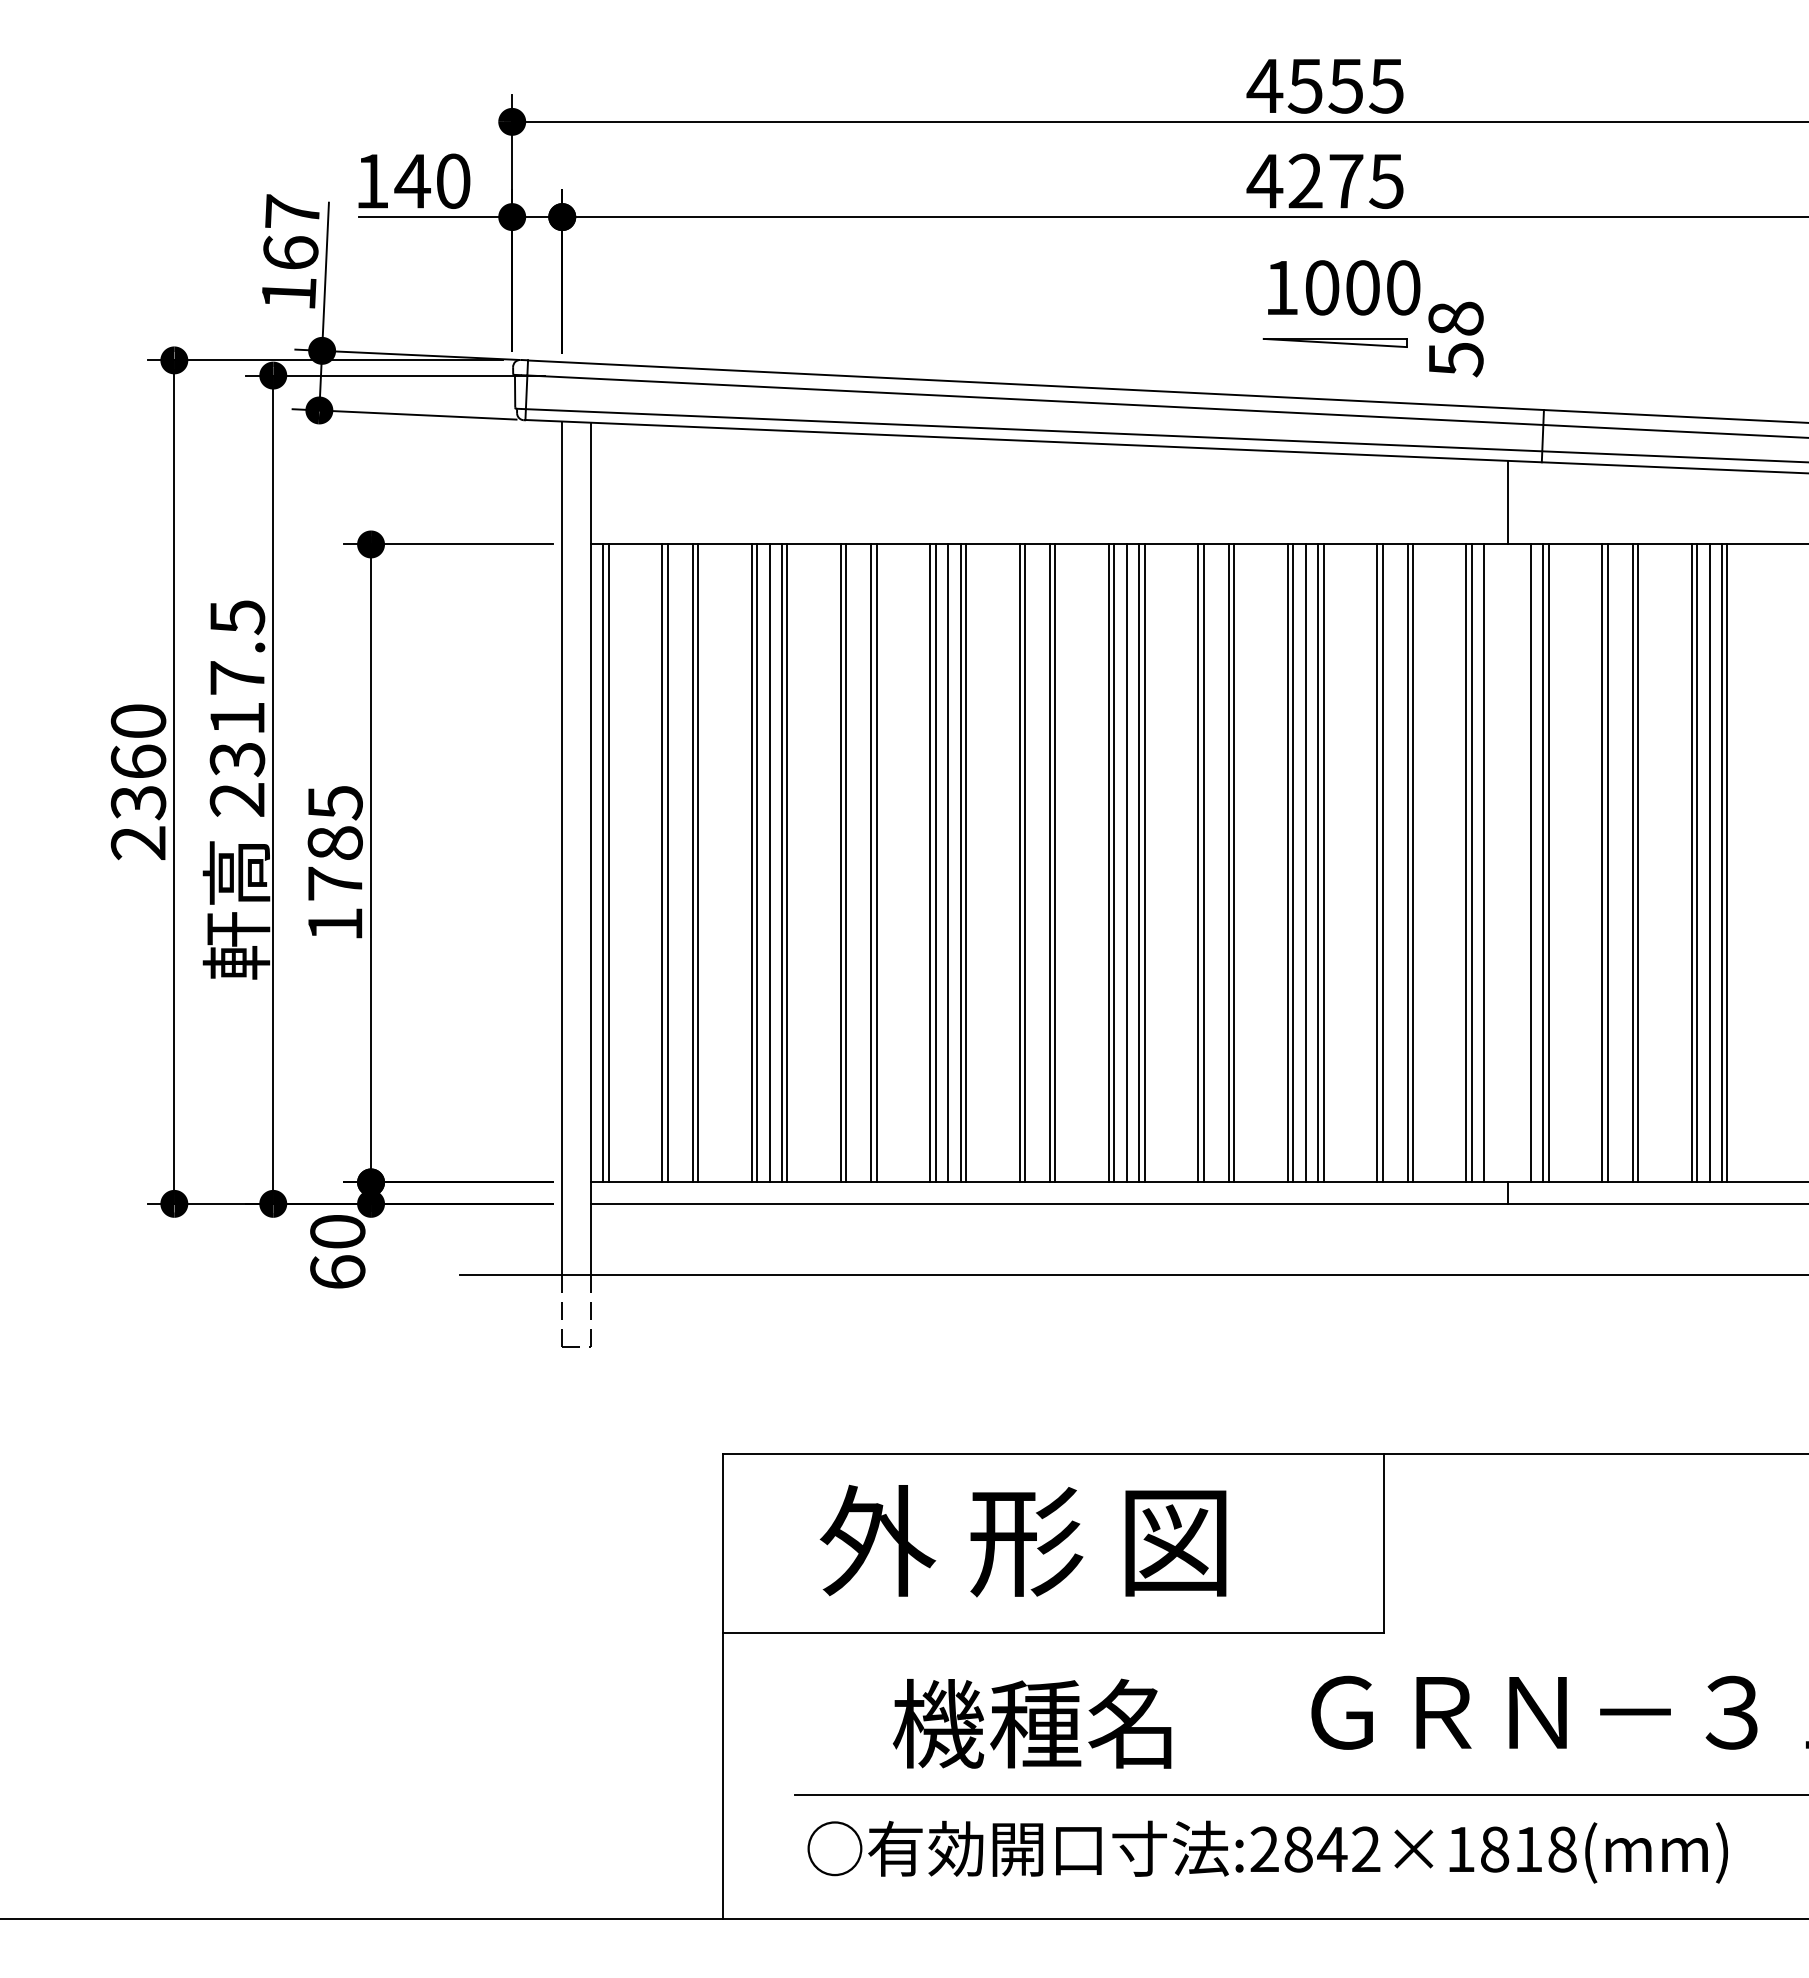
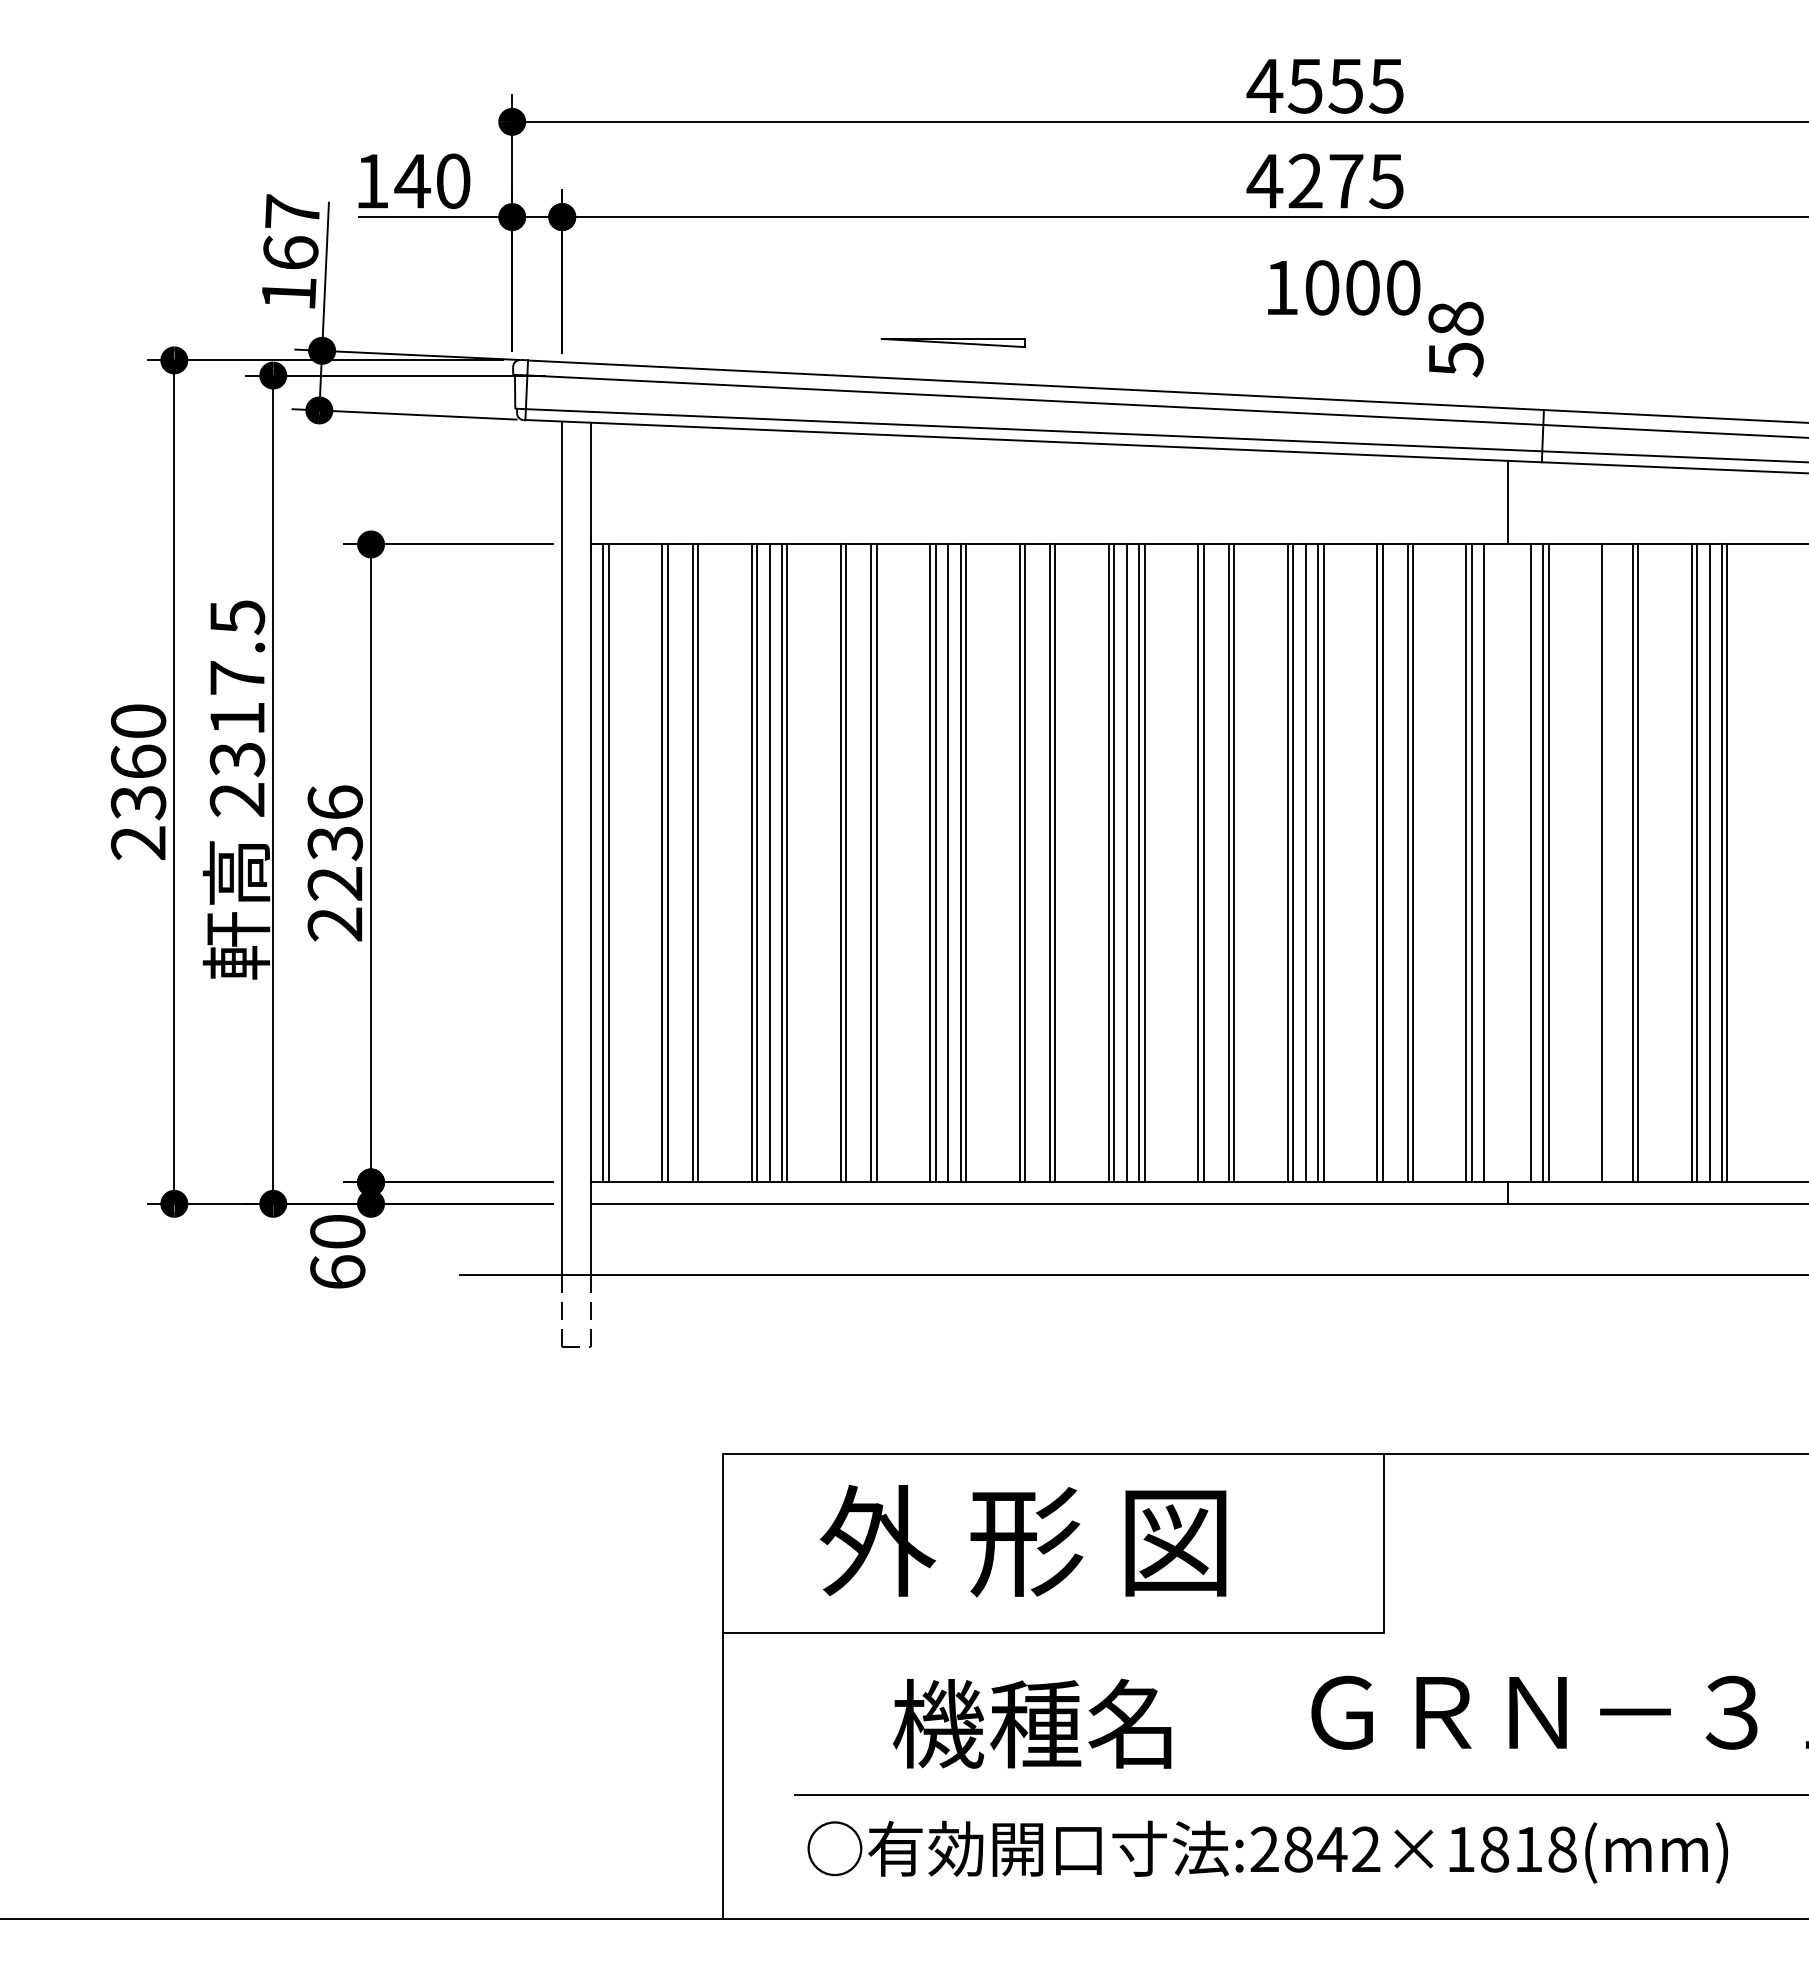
part at (1334, 342) position: (1334, 342) -> (952, 342)
text at (334, 863): 1785 -> 2236
line at (1607, 863): present -> none
